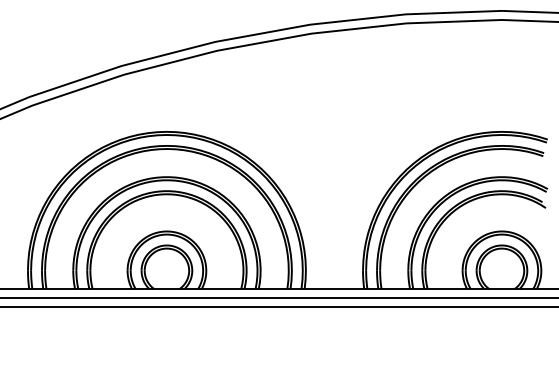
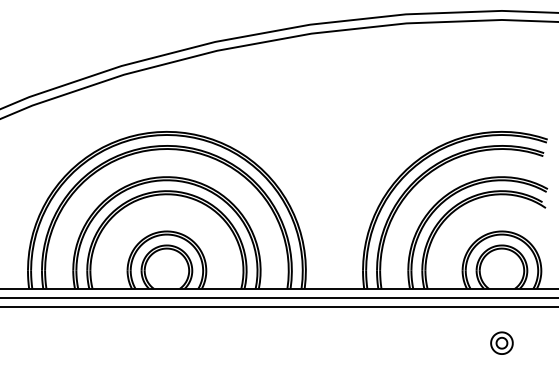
part at (501, 342): none -> present
